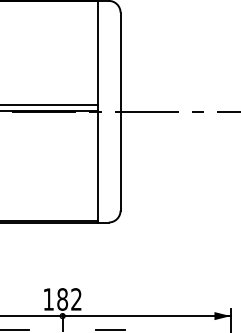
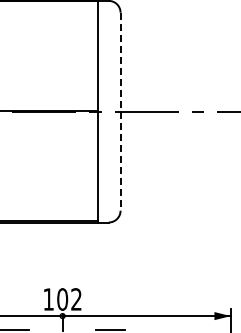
line at (50, 104): present -> none
line at (120, 111): solid -> dashed
text at (62, 299): 182 -> 102
